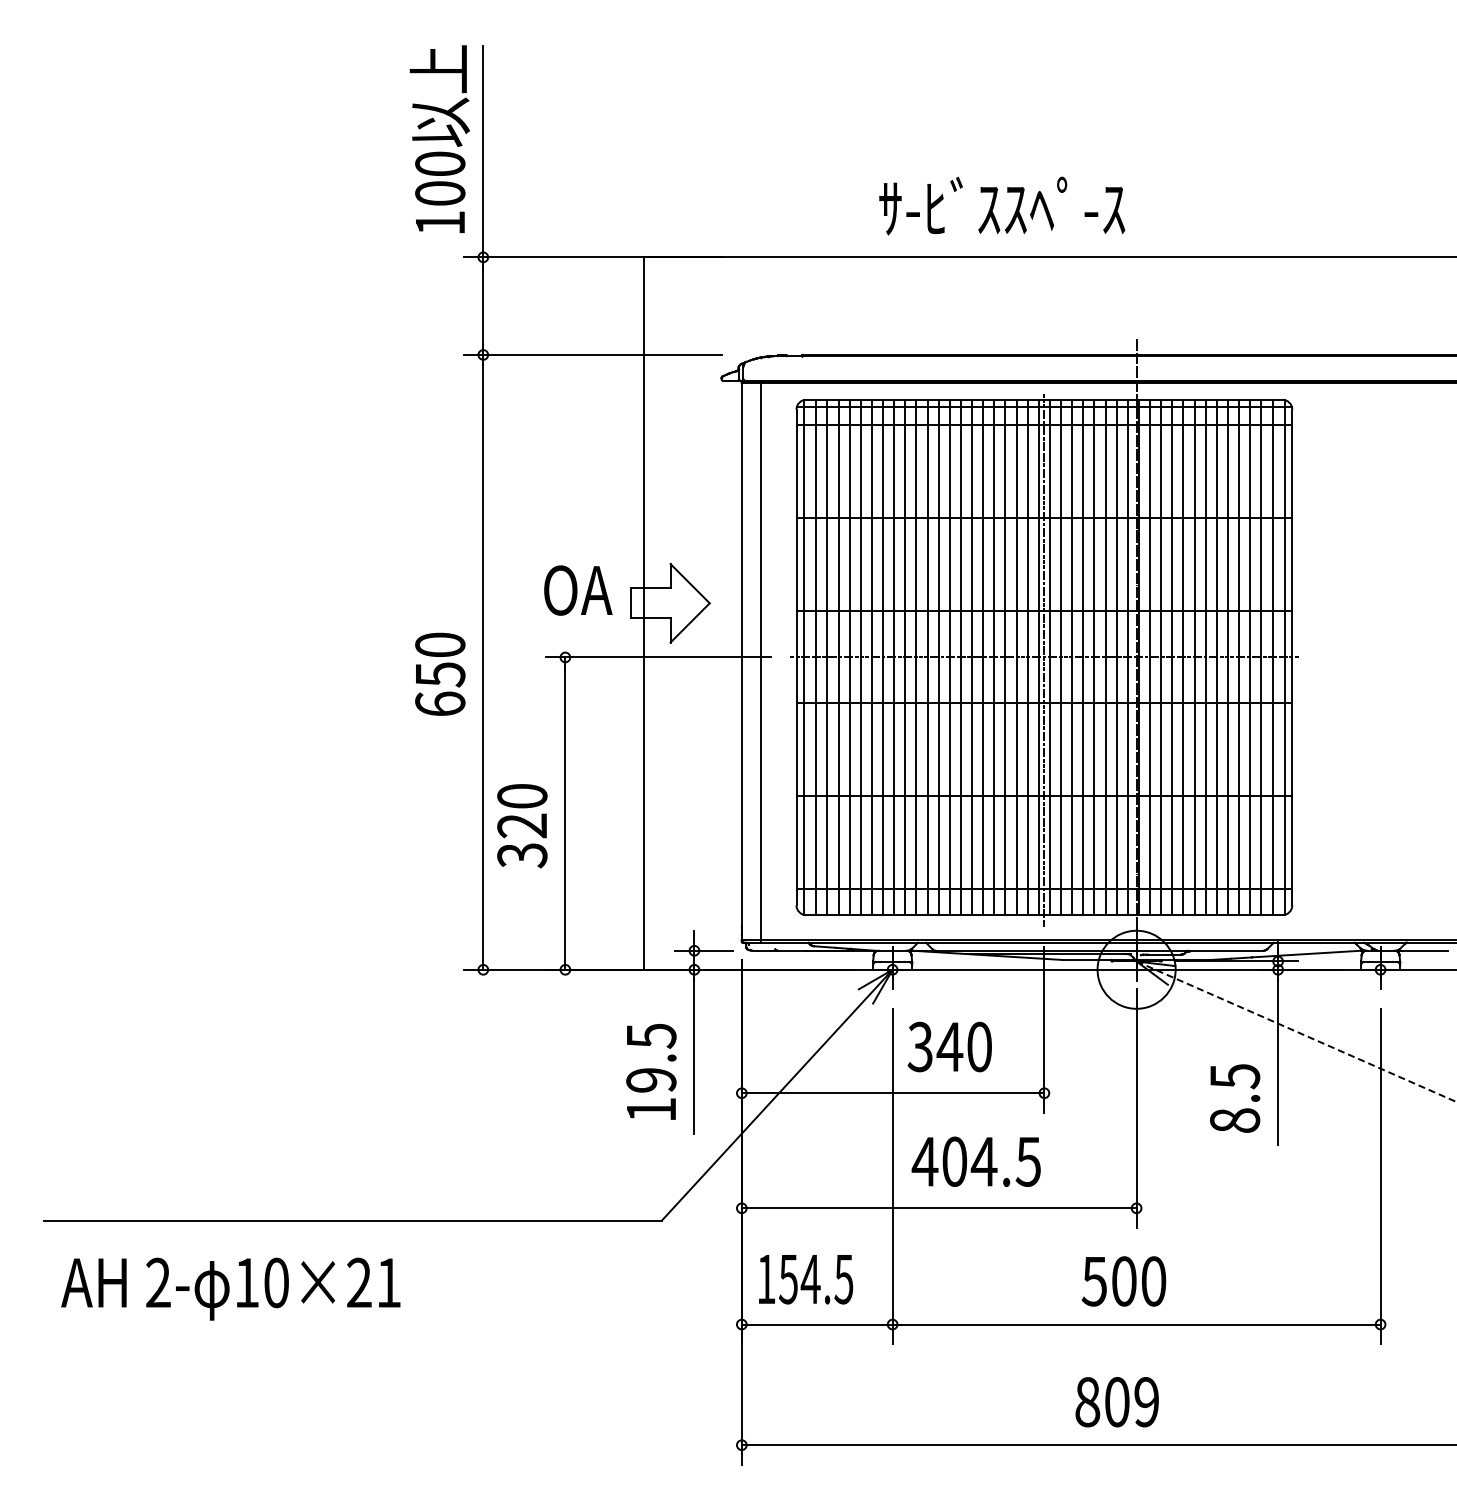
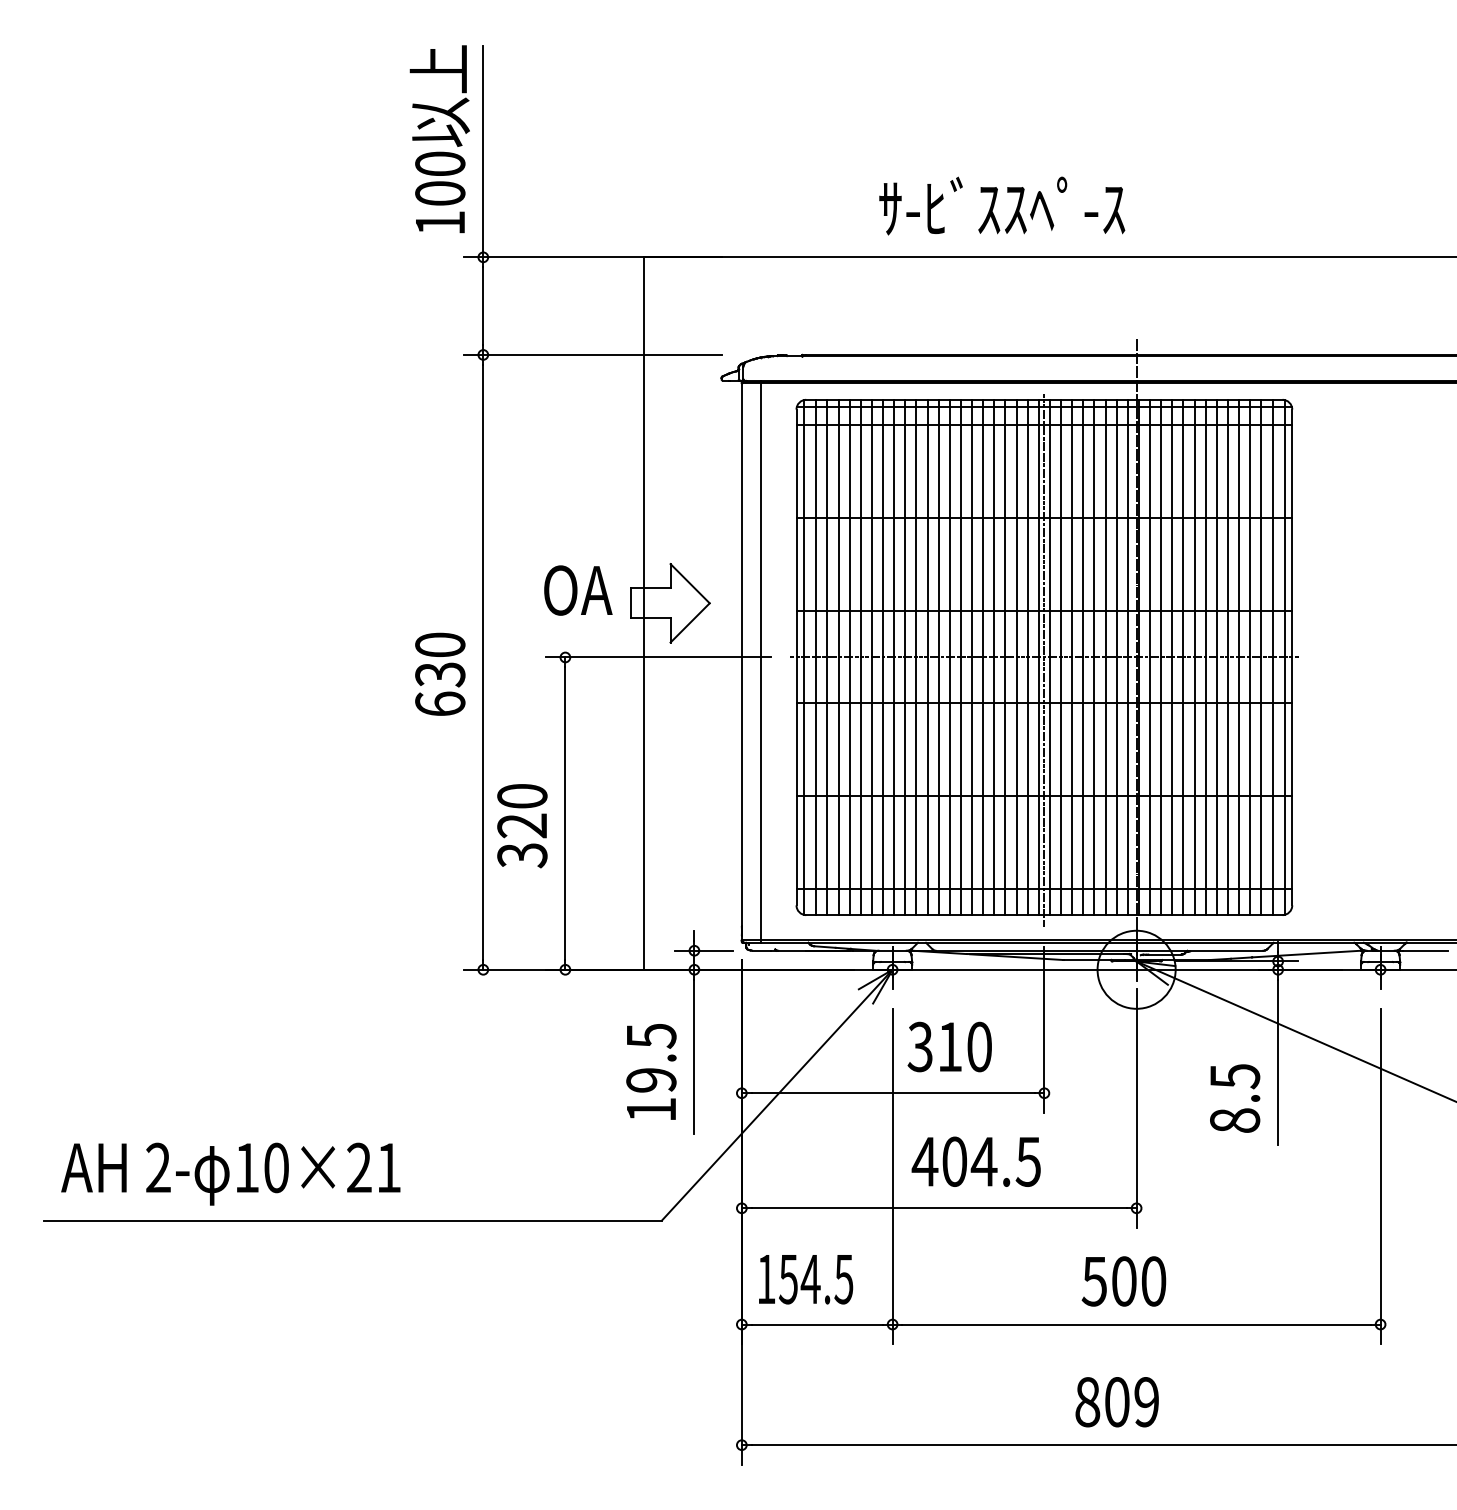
text at (440, 674): 650 -> 630
line at (1296, 1031): dashed -> solid
text at (949, 1046): 340 -> 310
text at (230, 1288) position: (230, 1288) -> (230, 1173)
